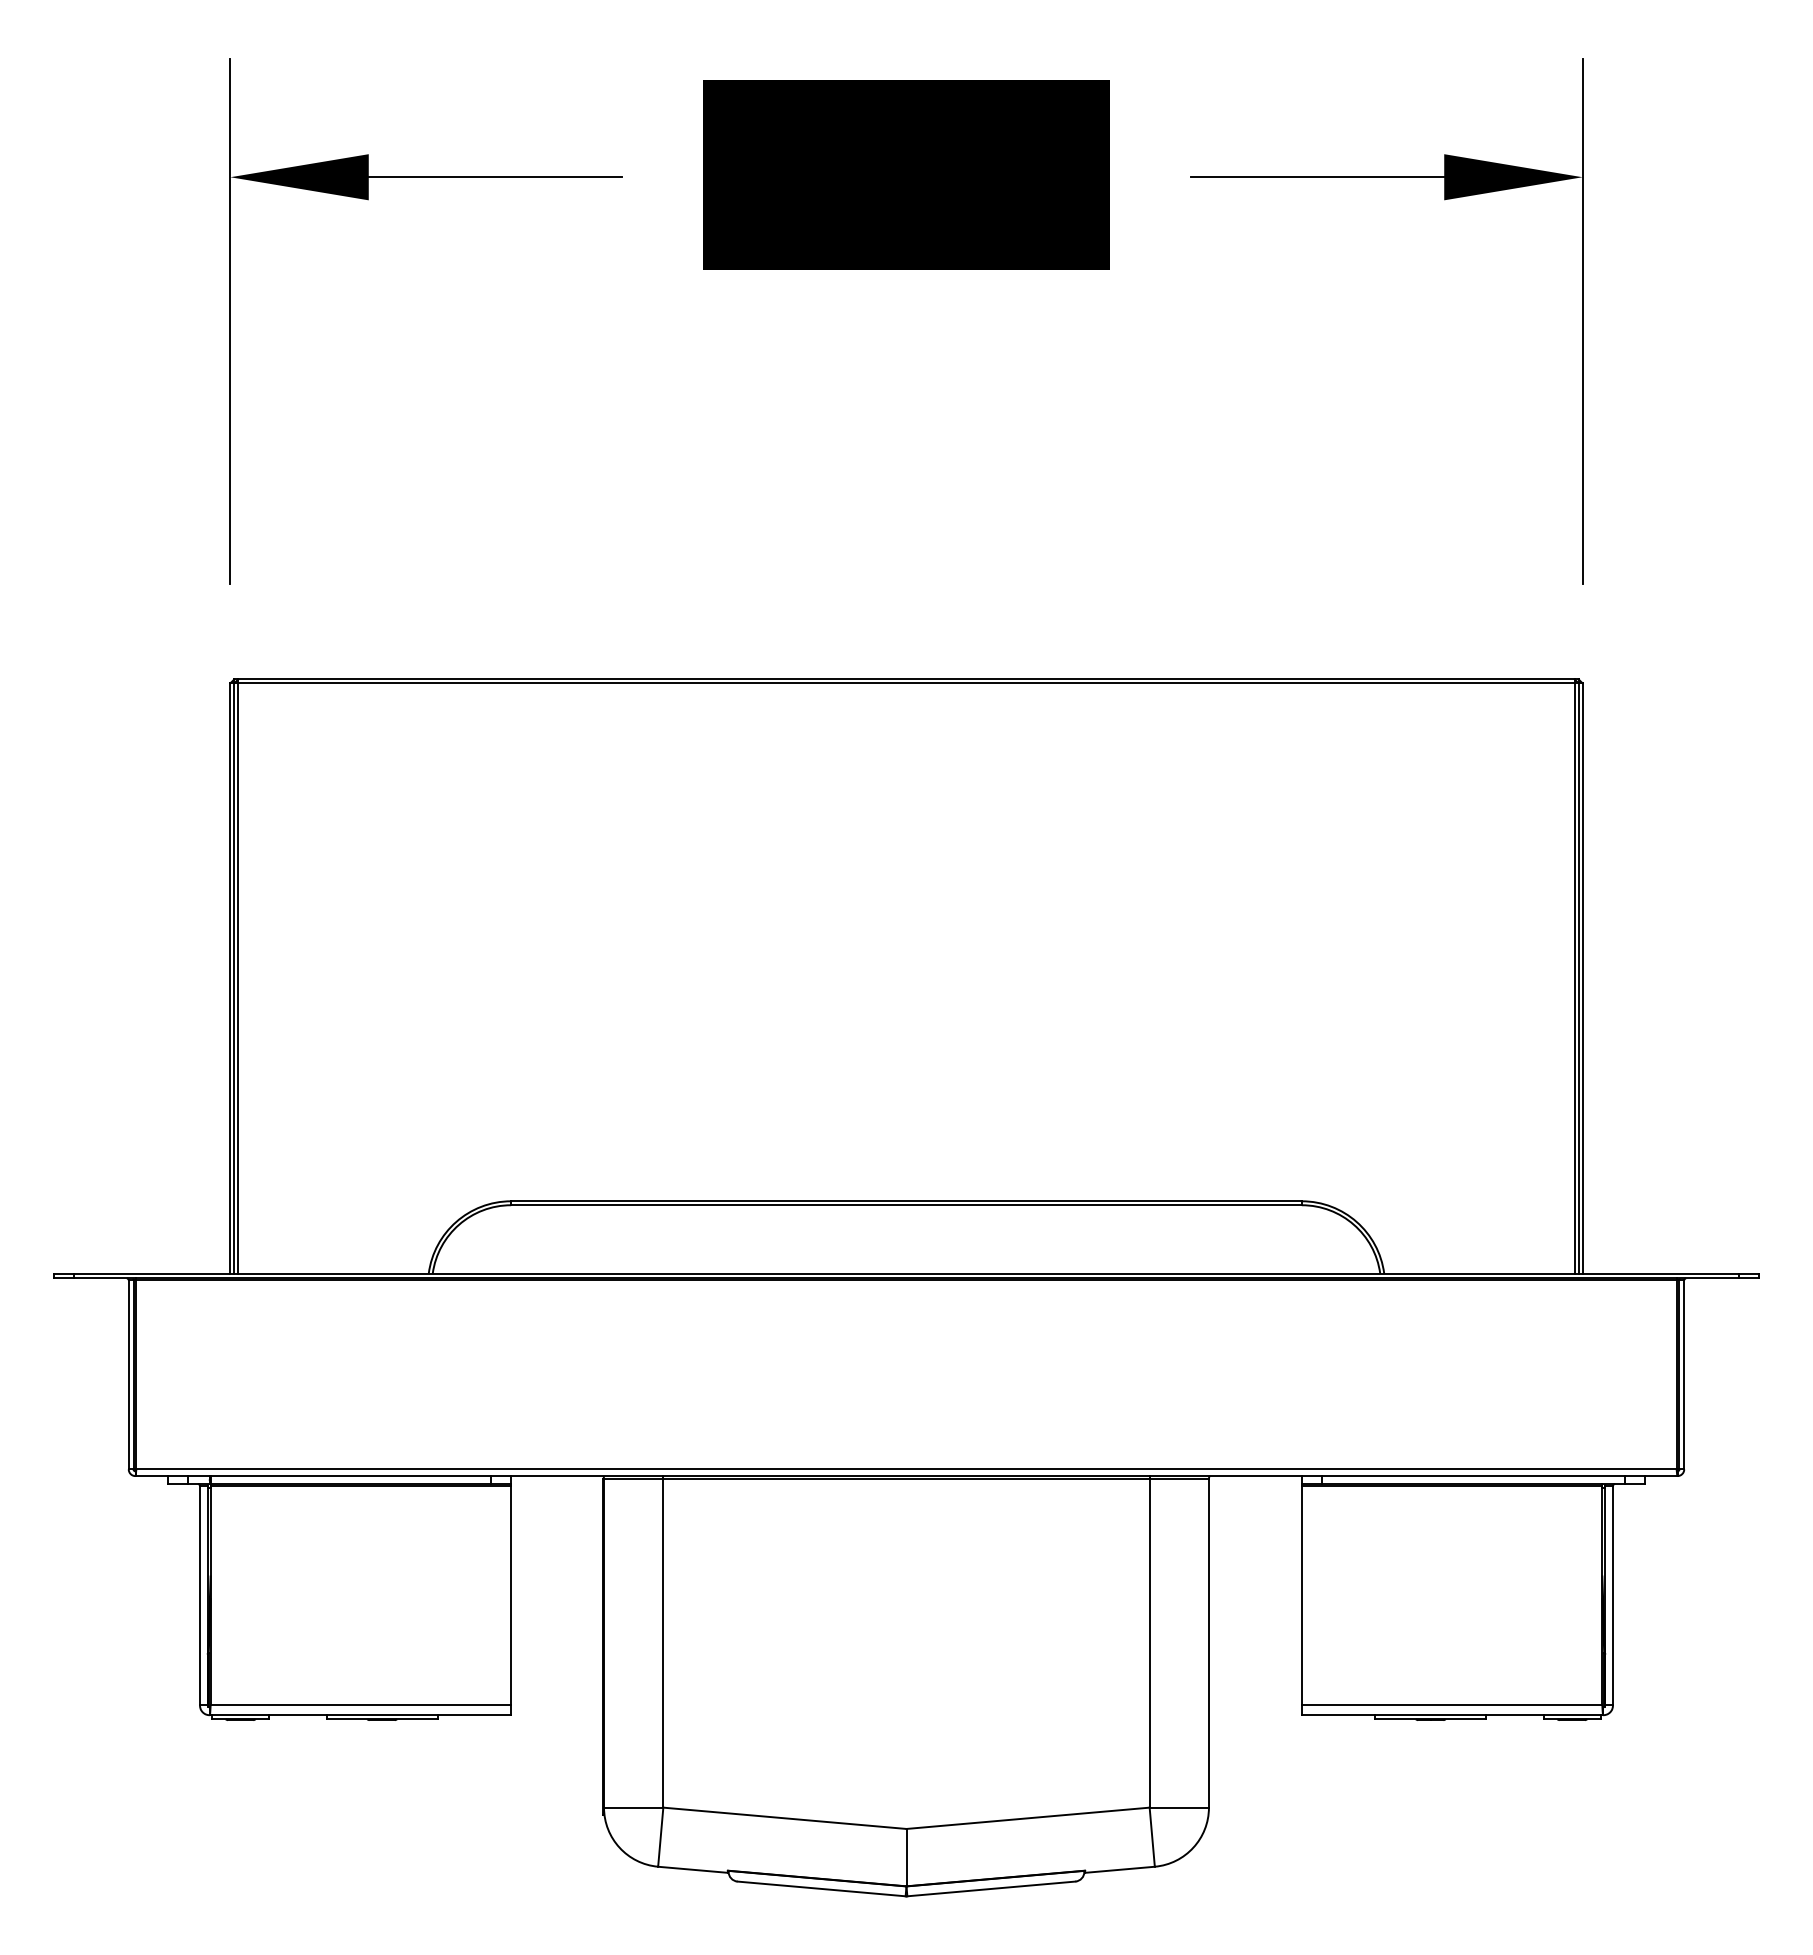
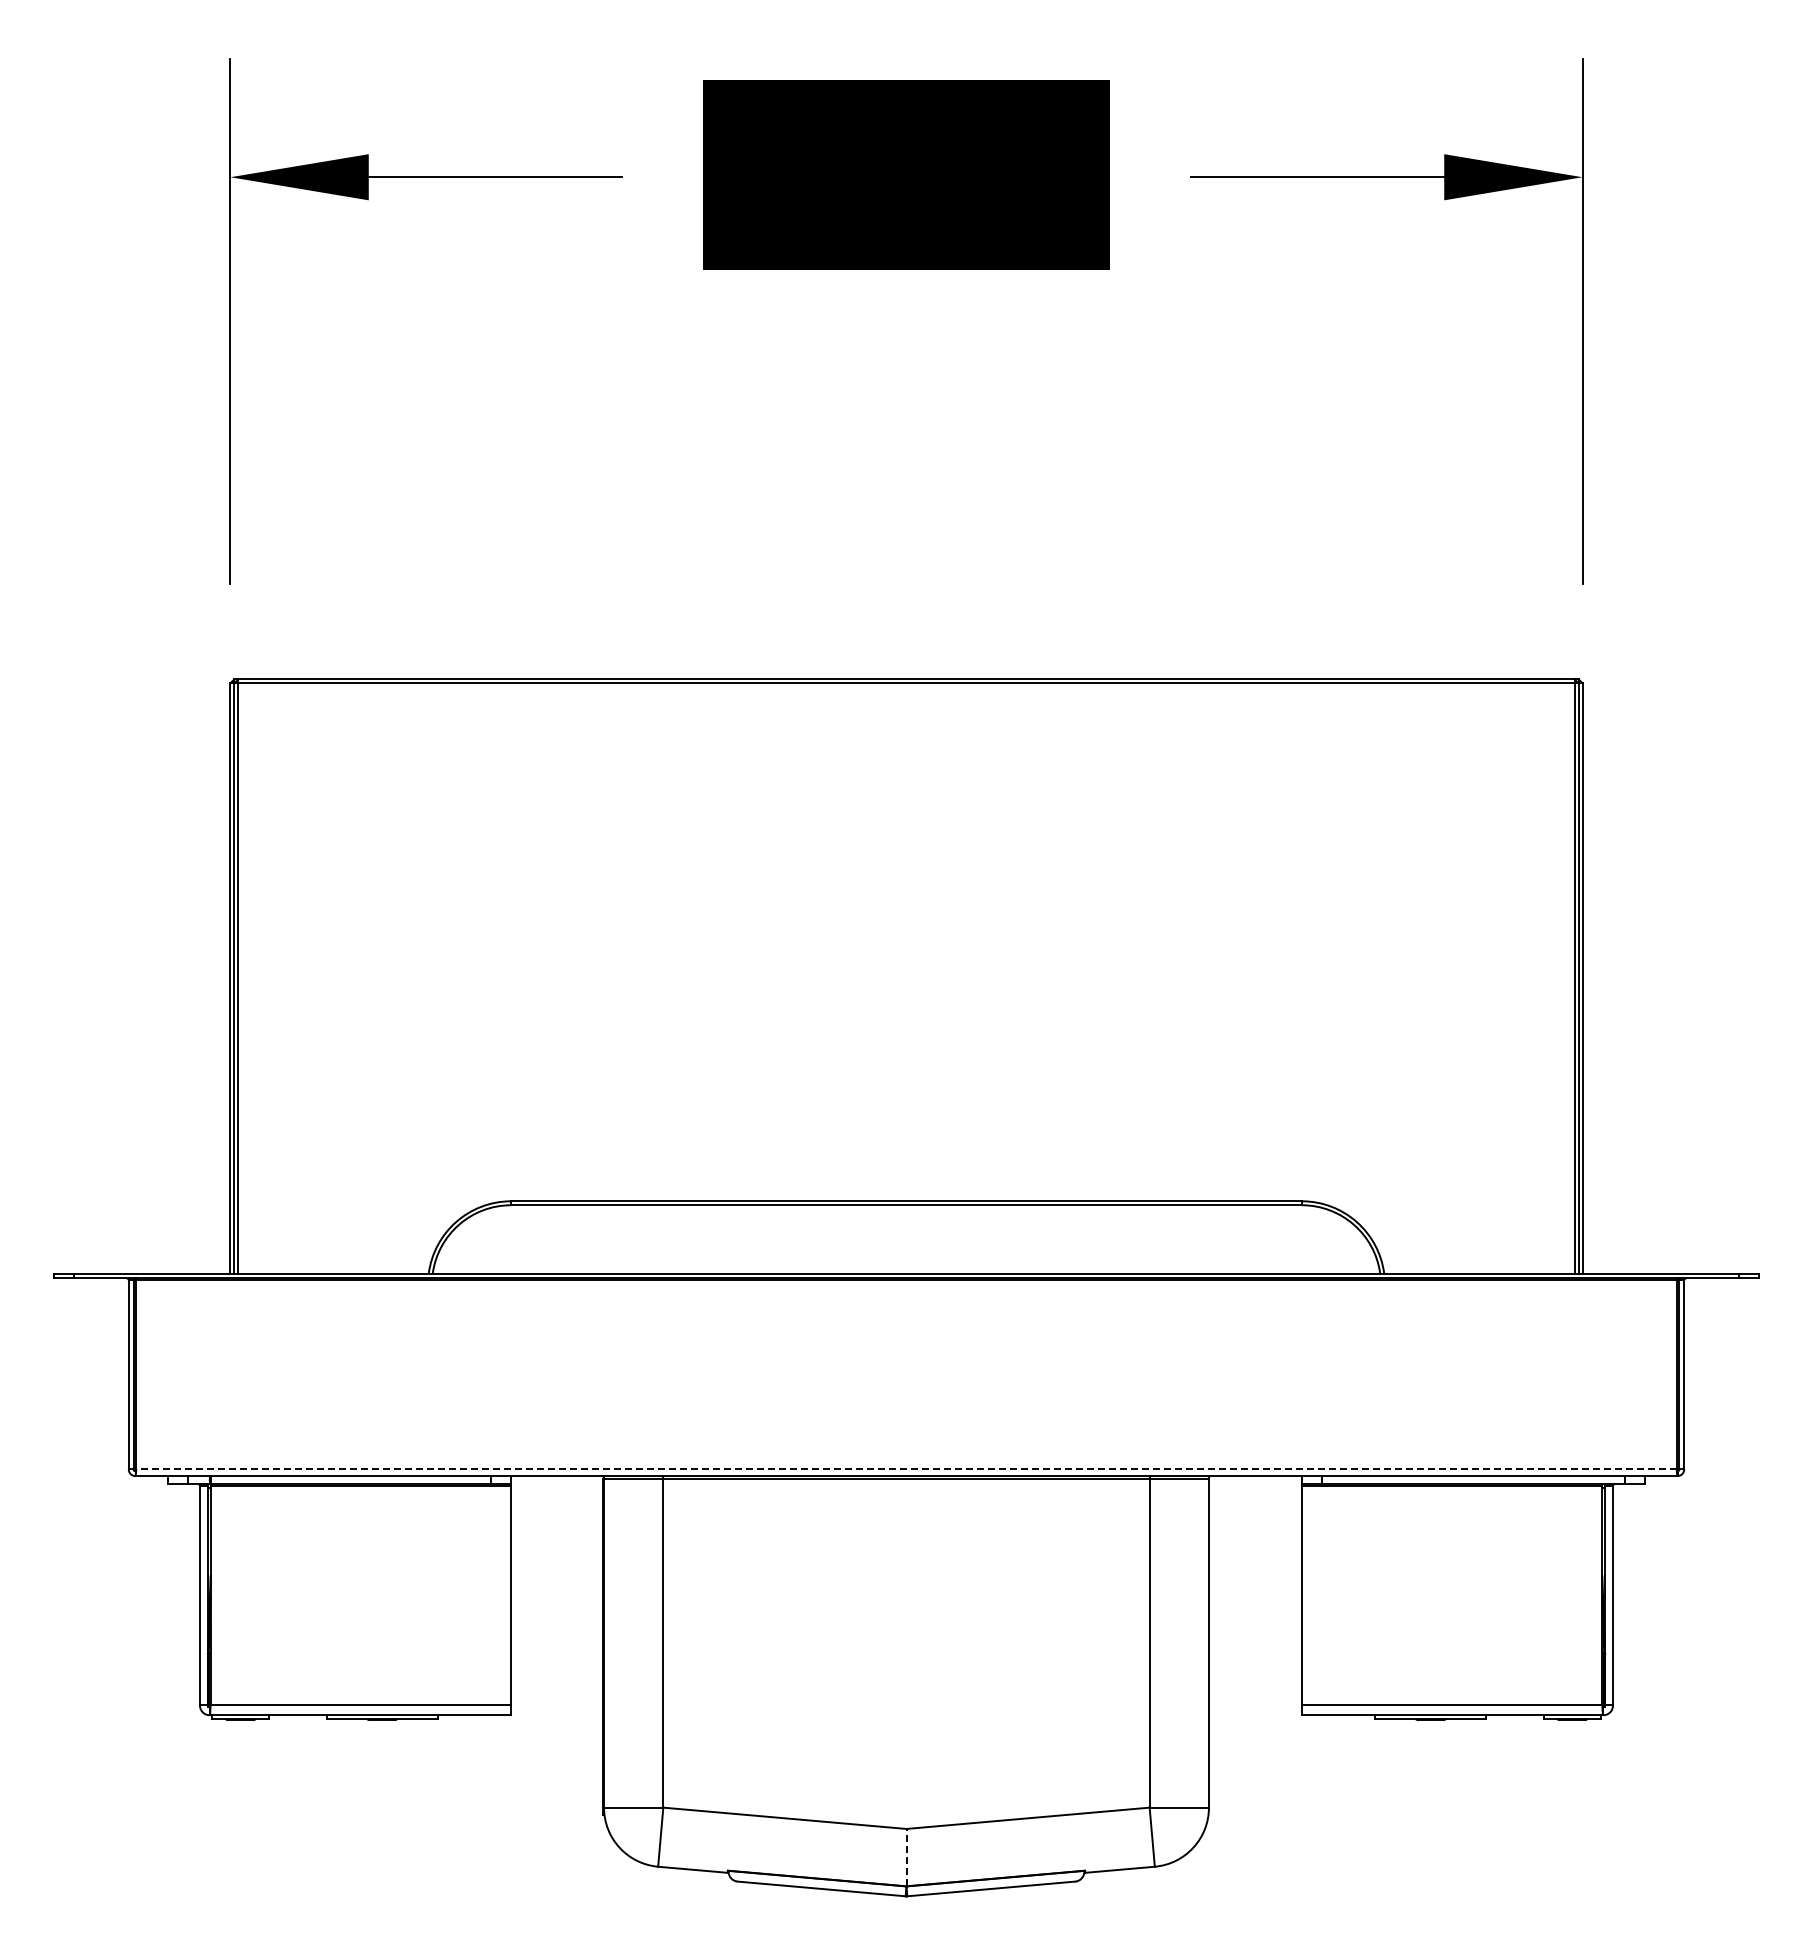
line at (906, 1469): solid -> dashed
line at (906, 1857): solid -> dashed
